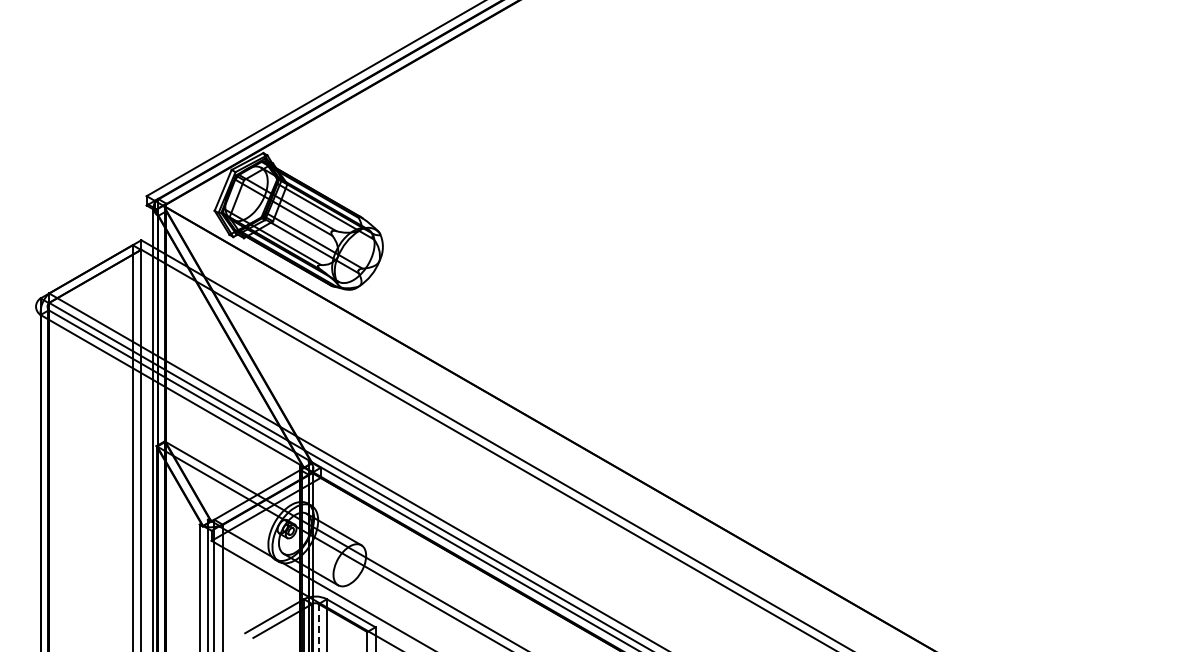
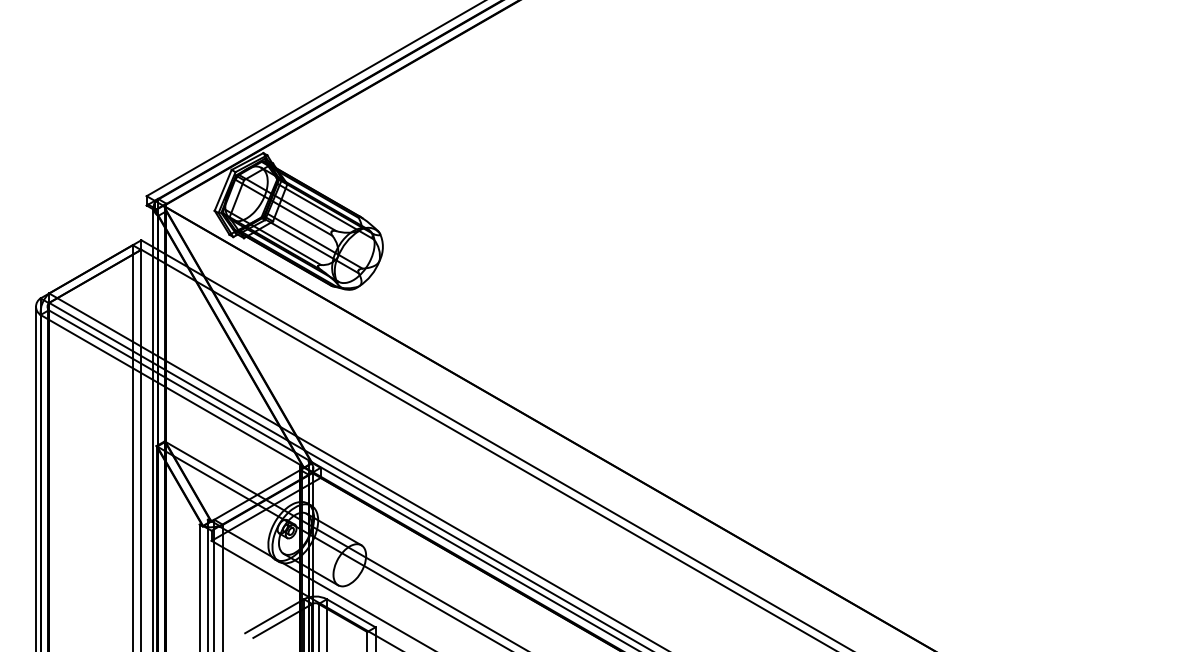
line at (35, 477): none -> present
line at (318, 627): dashed -> solid
